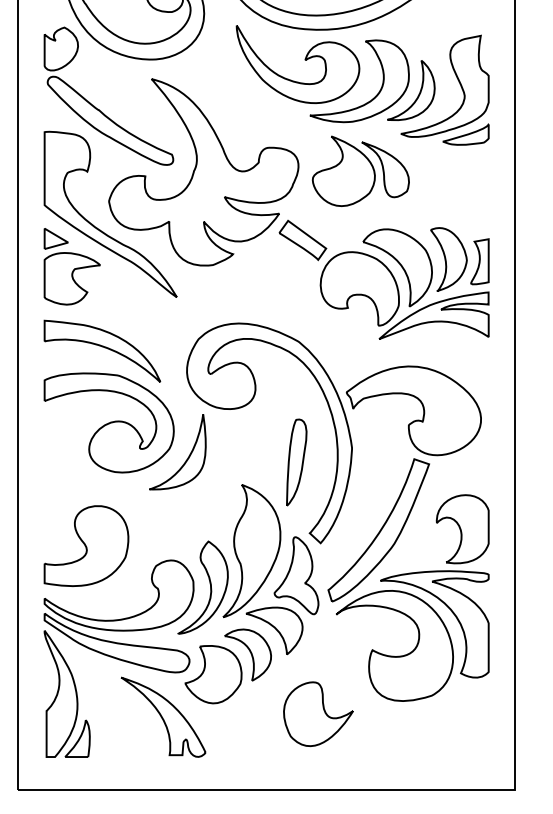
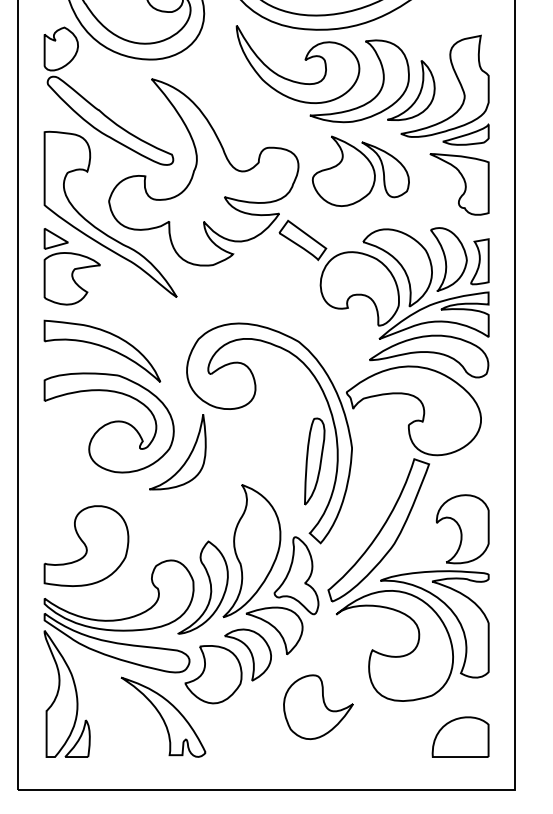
part at (459, 184): none -> present
part at (429, 356): none -> present
part at (296, 462) position: (296, 462) -> (314, 461)
part at (318, 714) position: (318, 714) -> (318, 707)
part at (460, 736): none -> present
